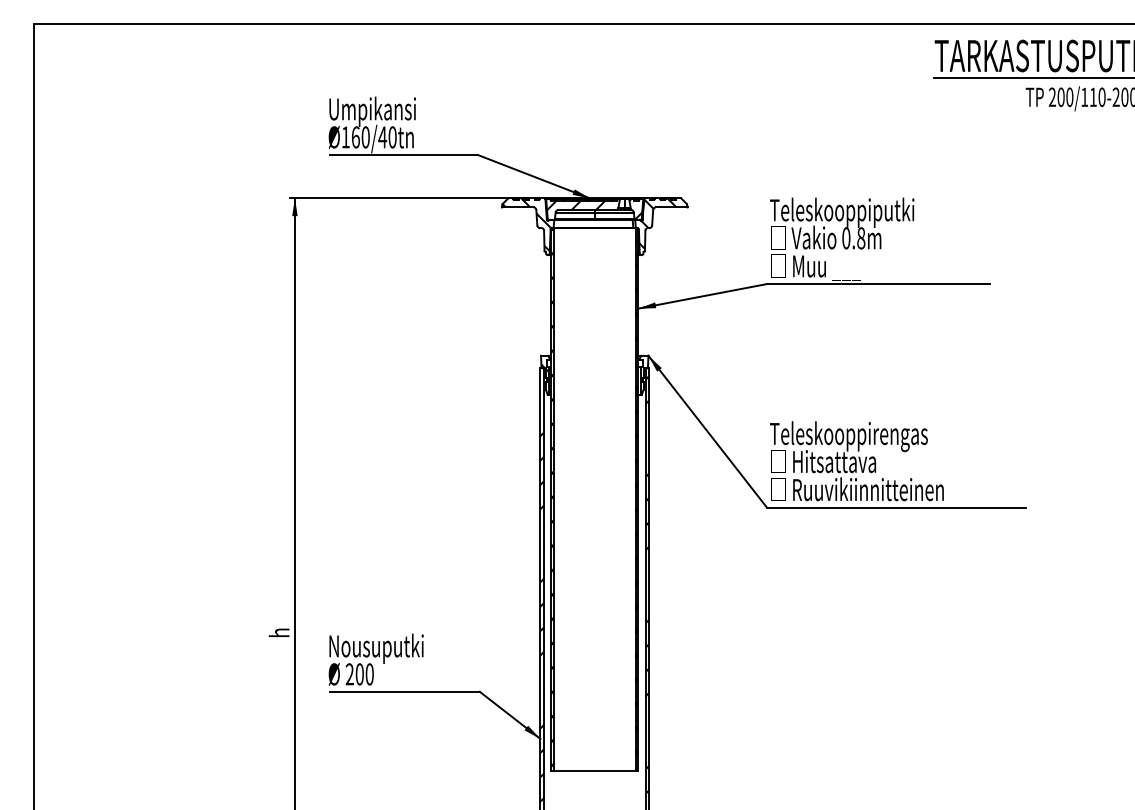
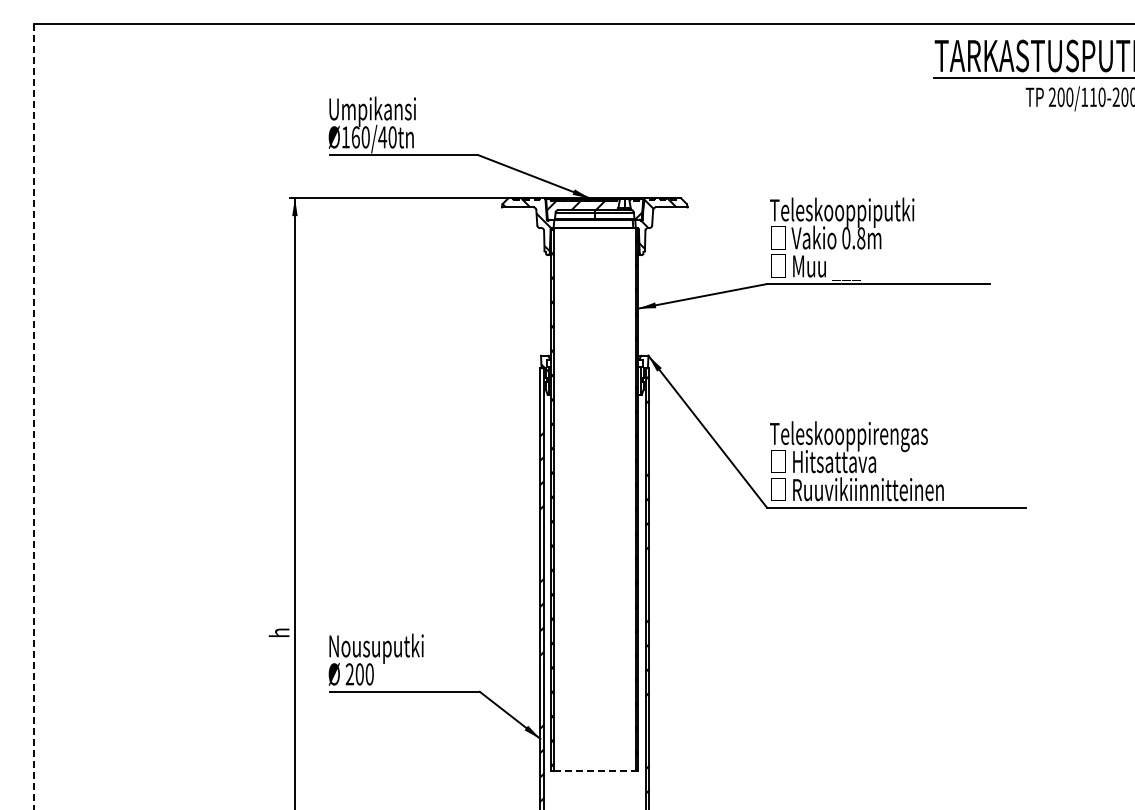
line at (34, 417): solid -> dashed
line at (594, 770): solid -> dashed
